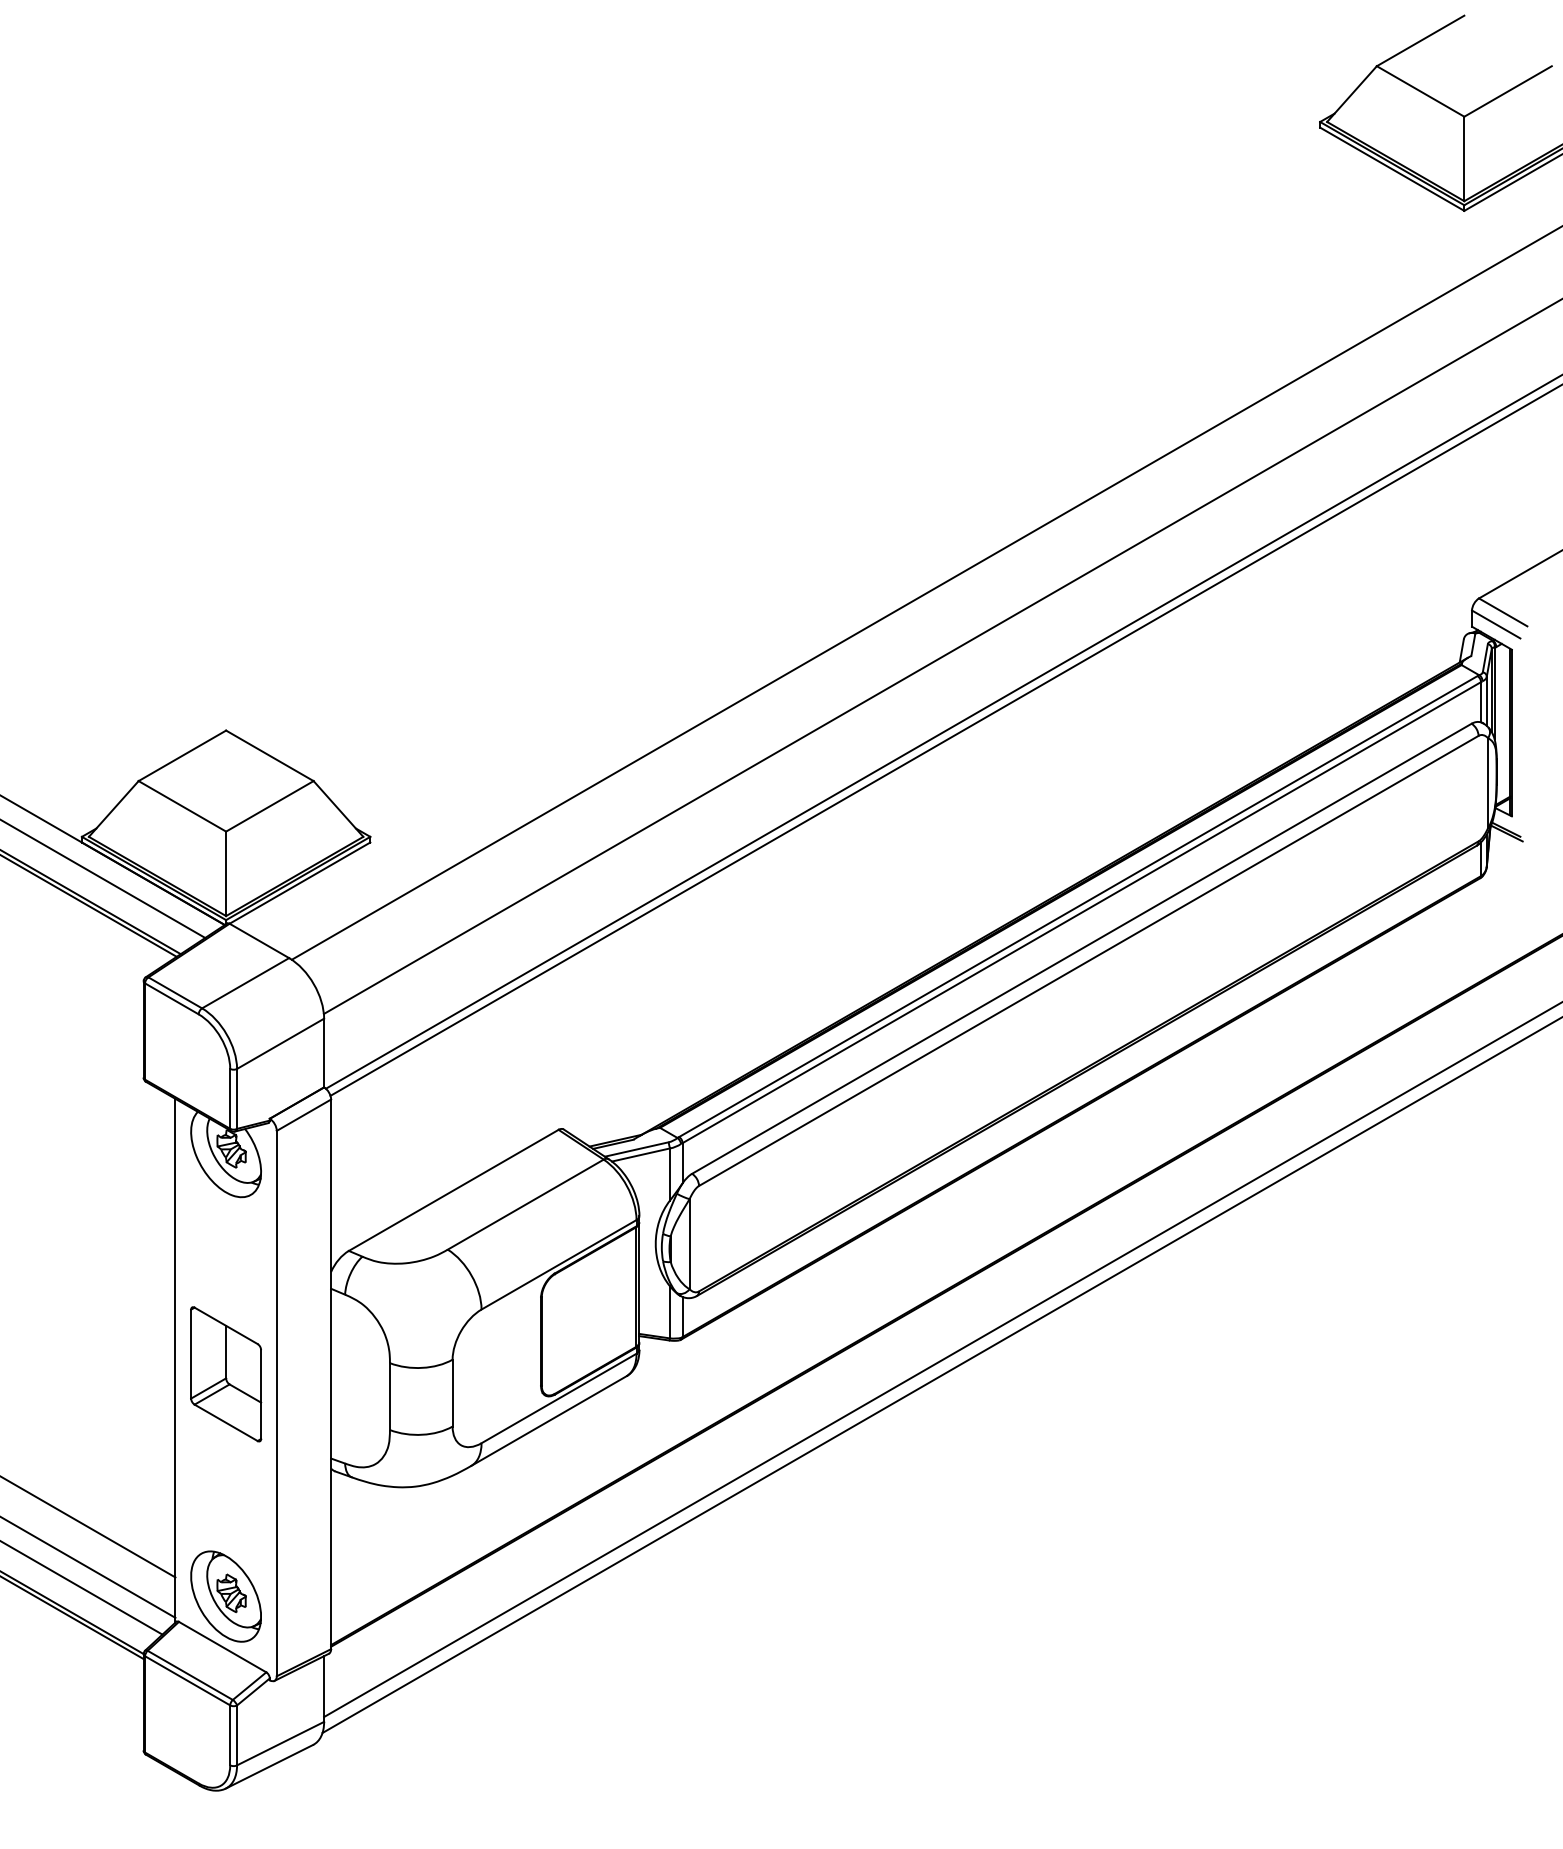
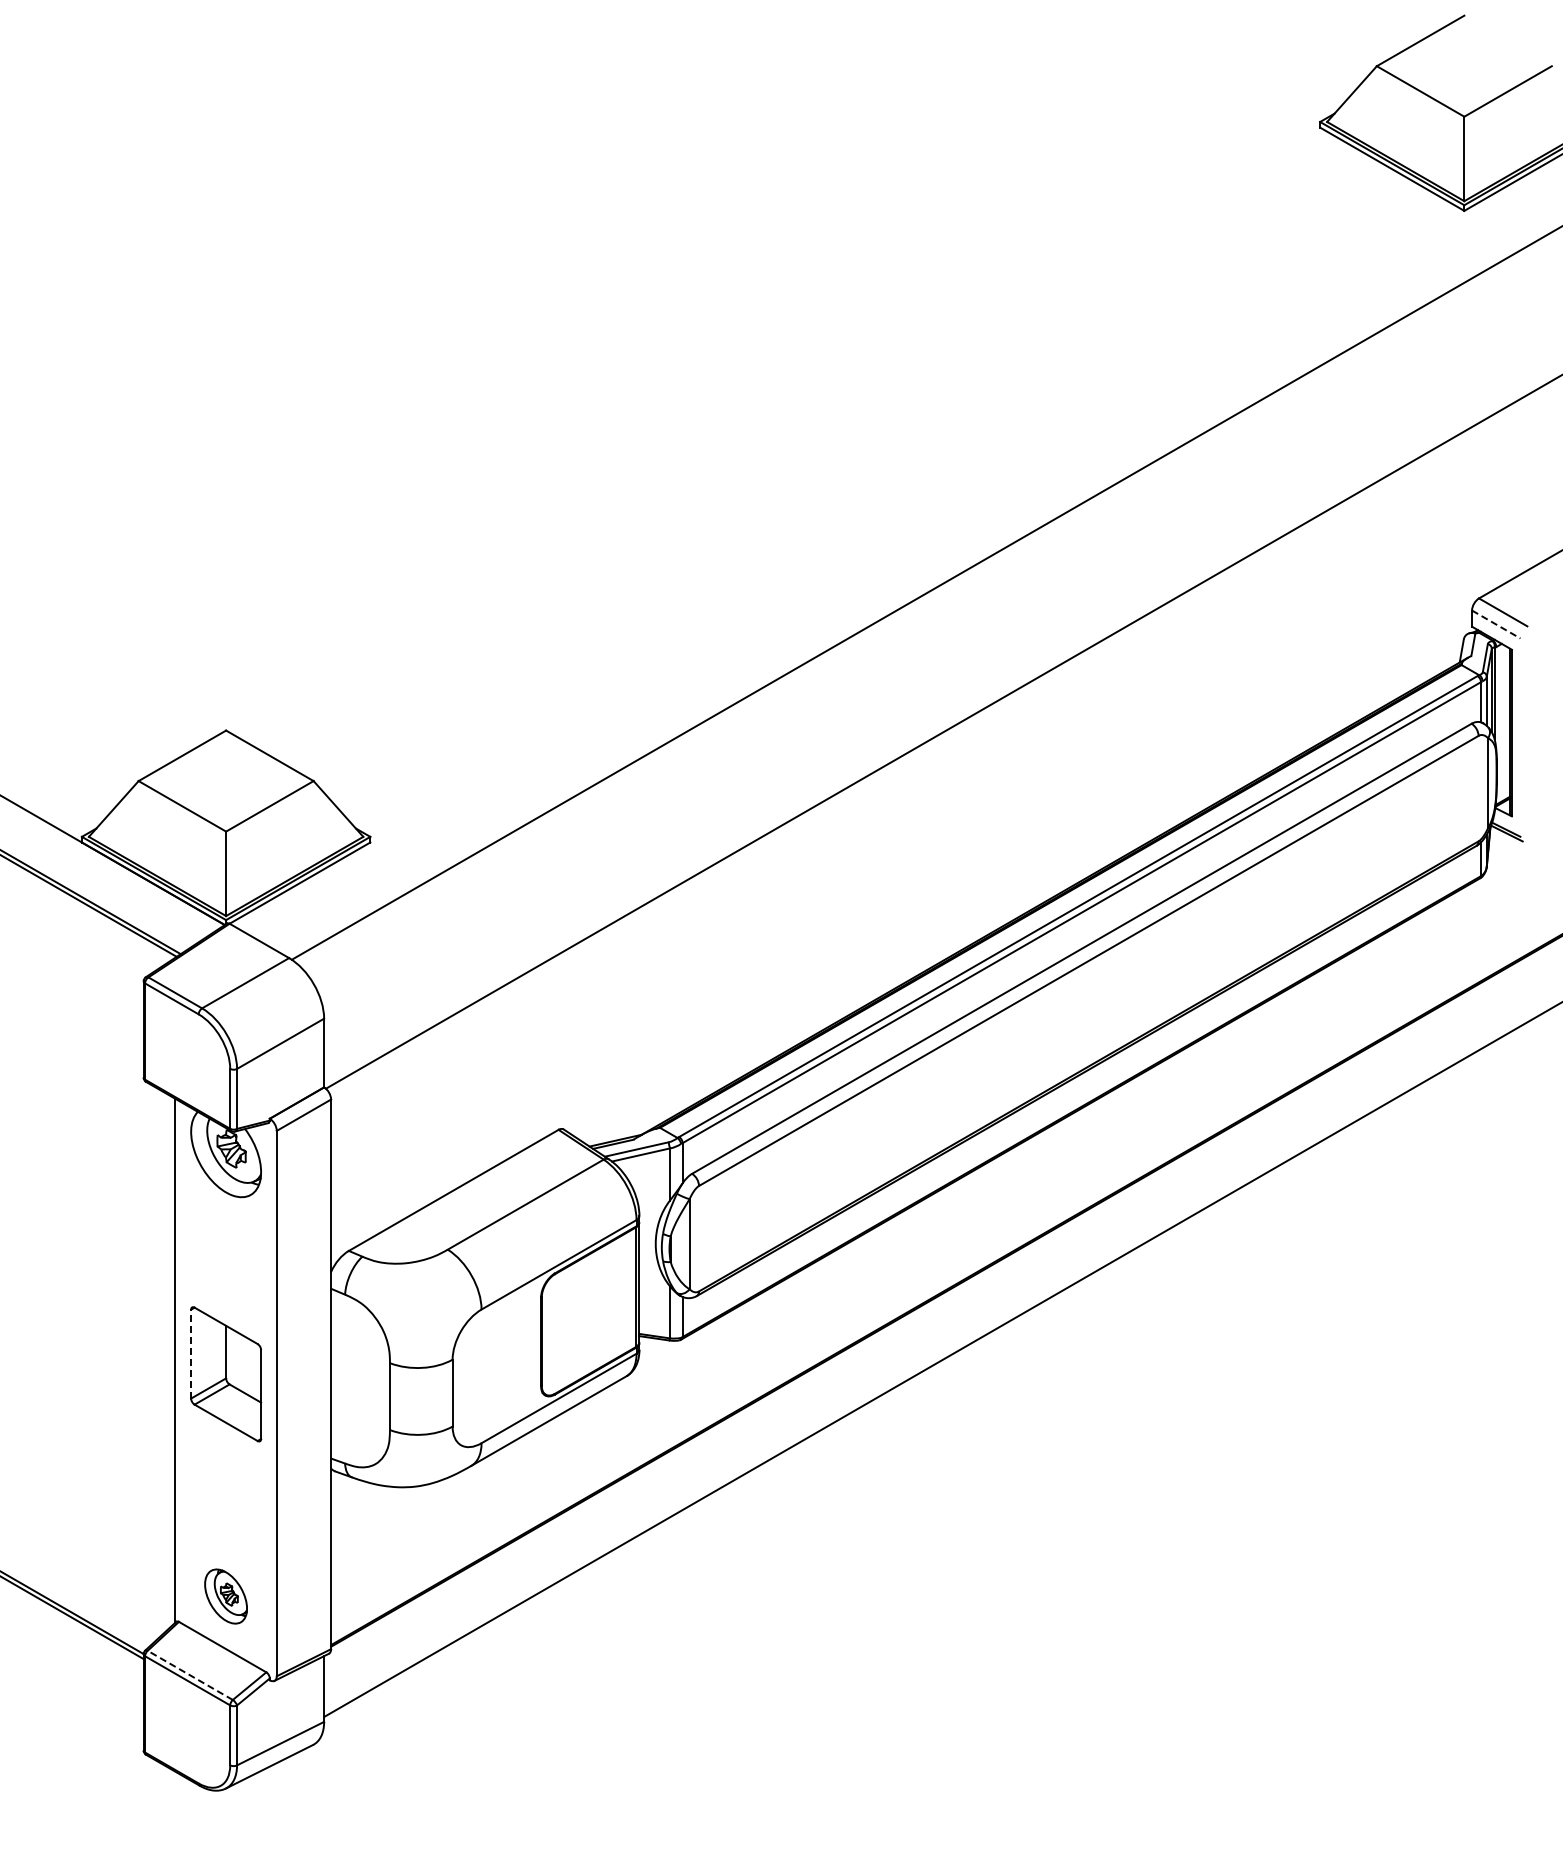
line at (1496, 624): solid -> dashed
line at (941, 657): present -> none
line at (944, 740): present -> none
line at (103, 878): present -> none
line at (191, 1353): solid -> dashed
line at (940, 1375): present -> none
line at (88, 1527): present -> none
line at (88, 1567): present -> none
line at (82, 1588): present -> none
part at (225, 1596) size: 72x93 px -> 44x57 px
line at (189, 1675): solid -> dashed
